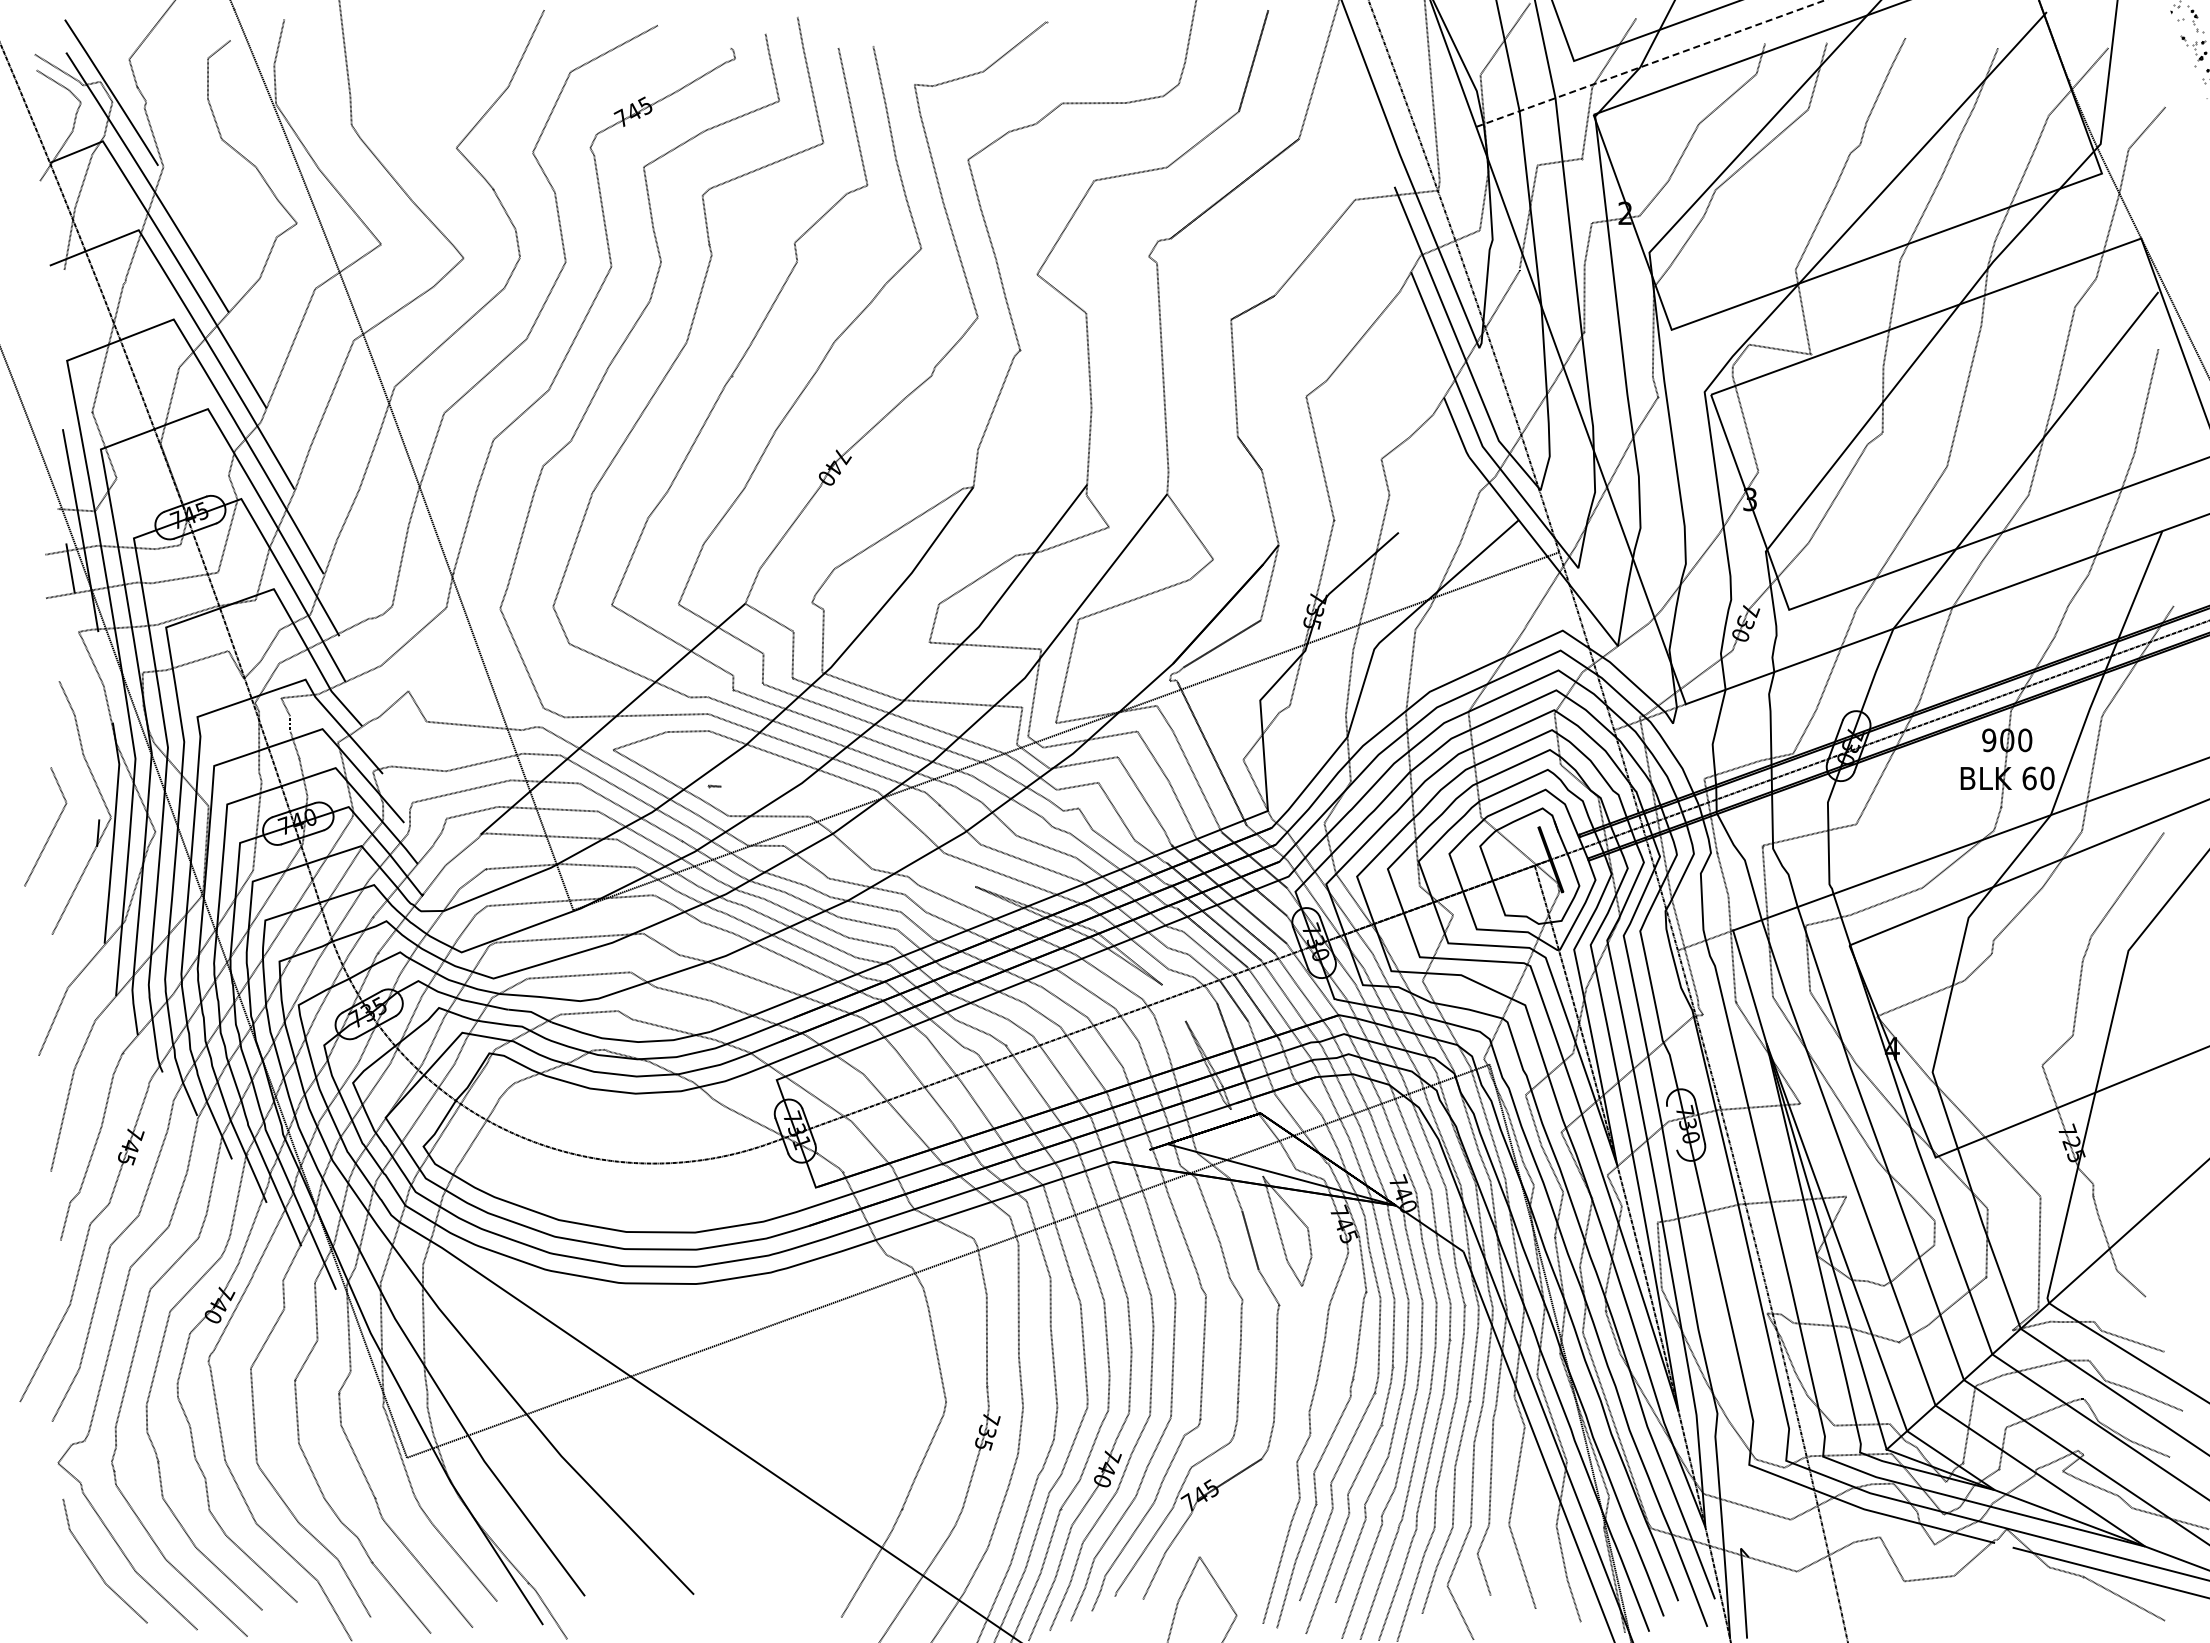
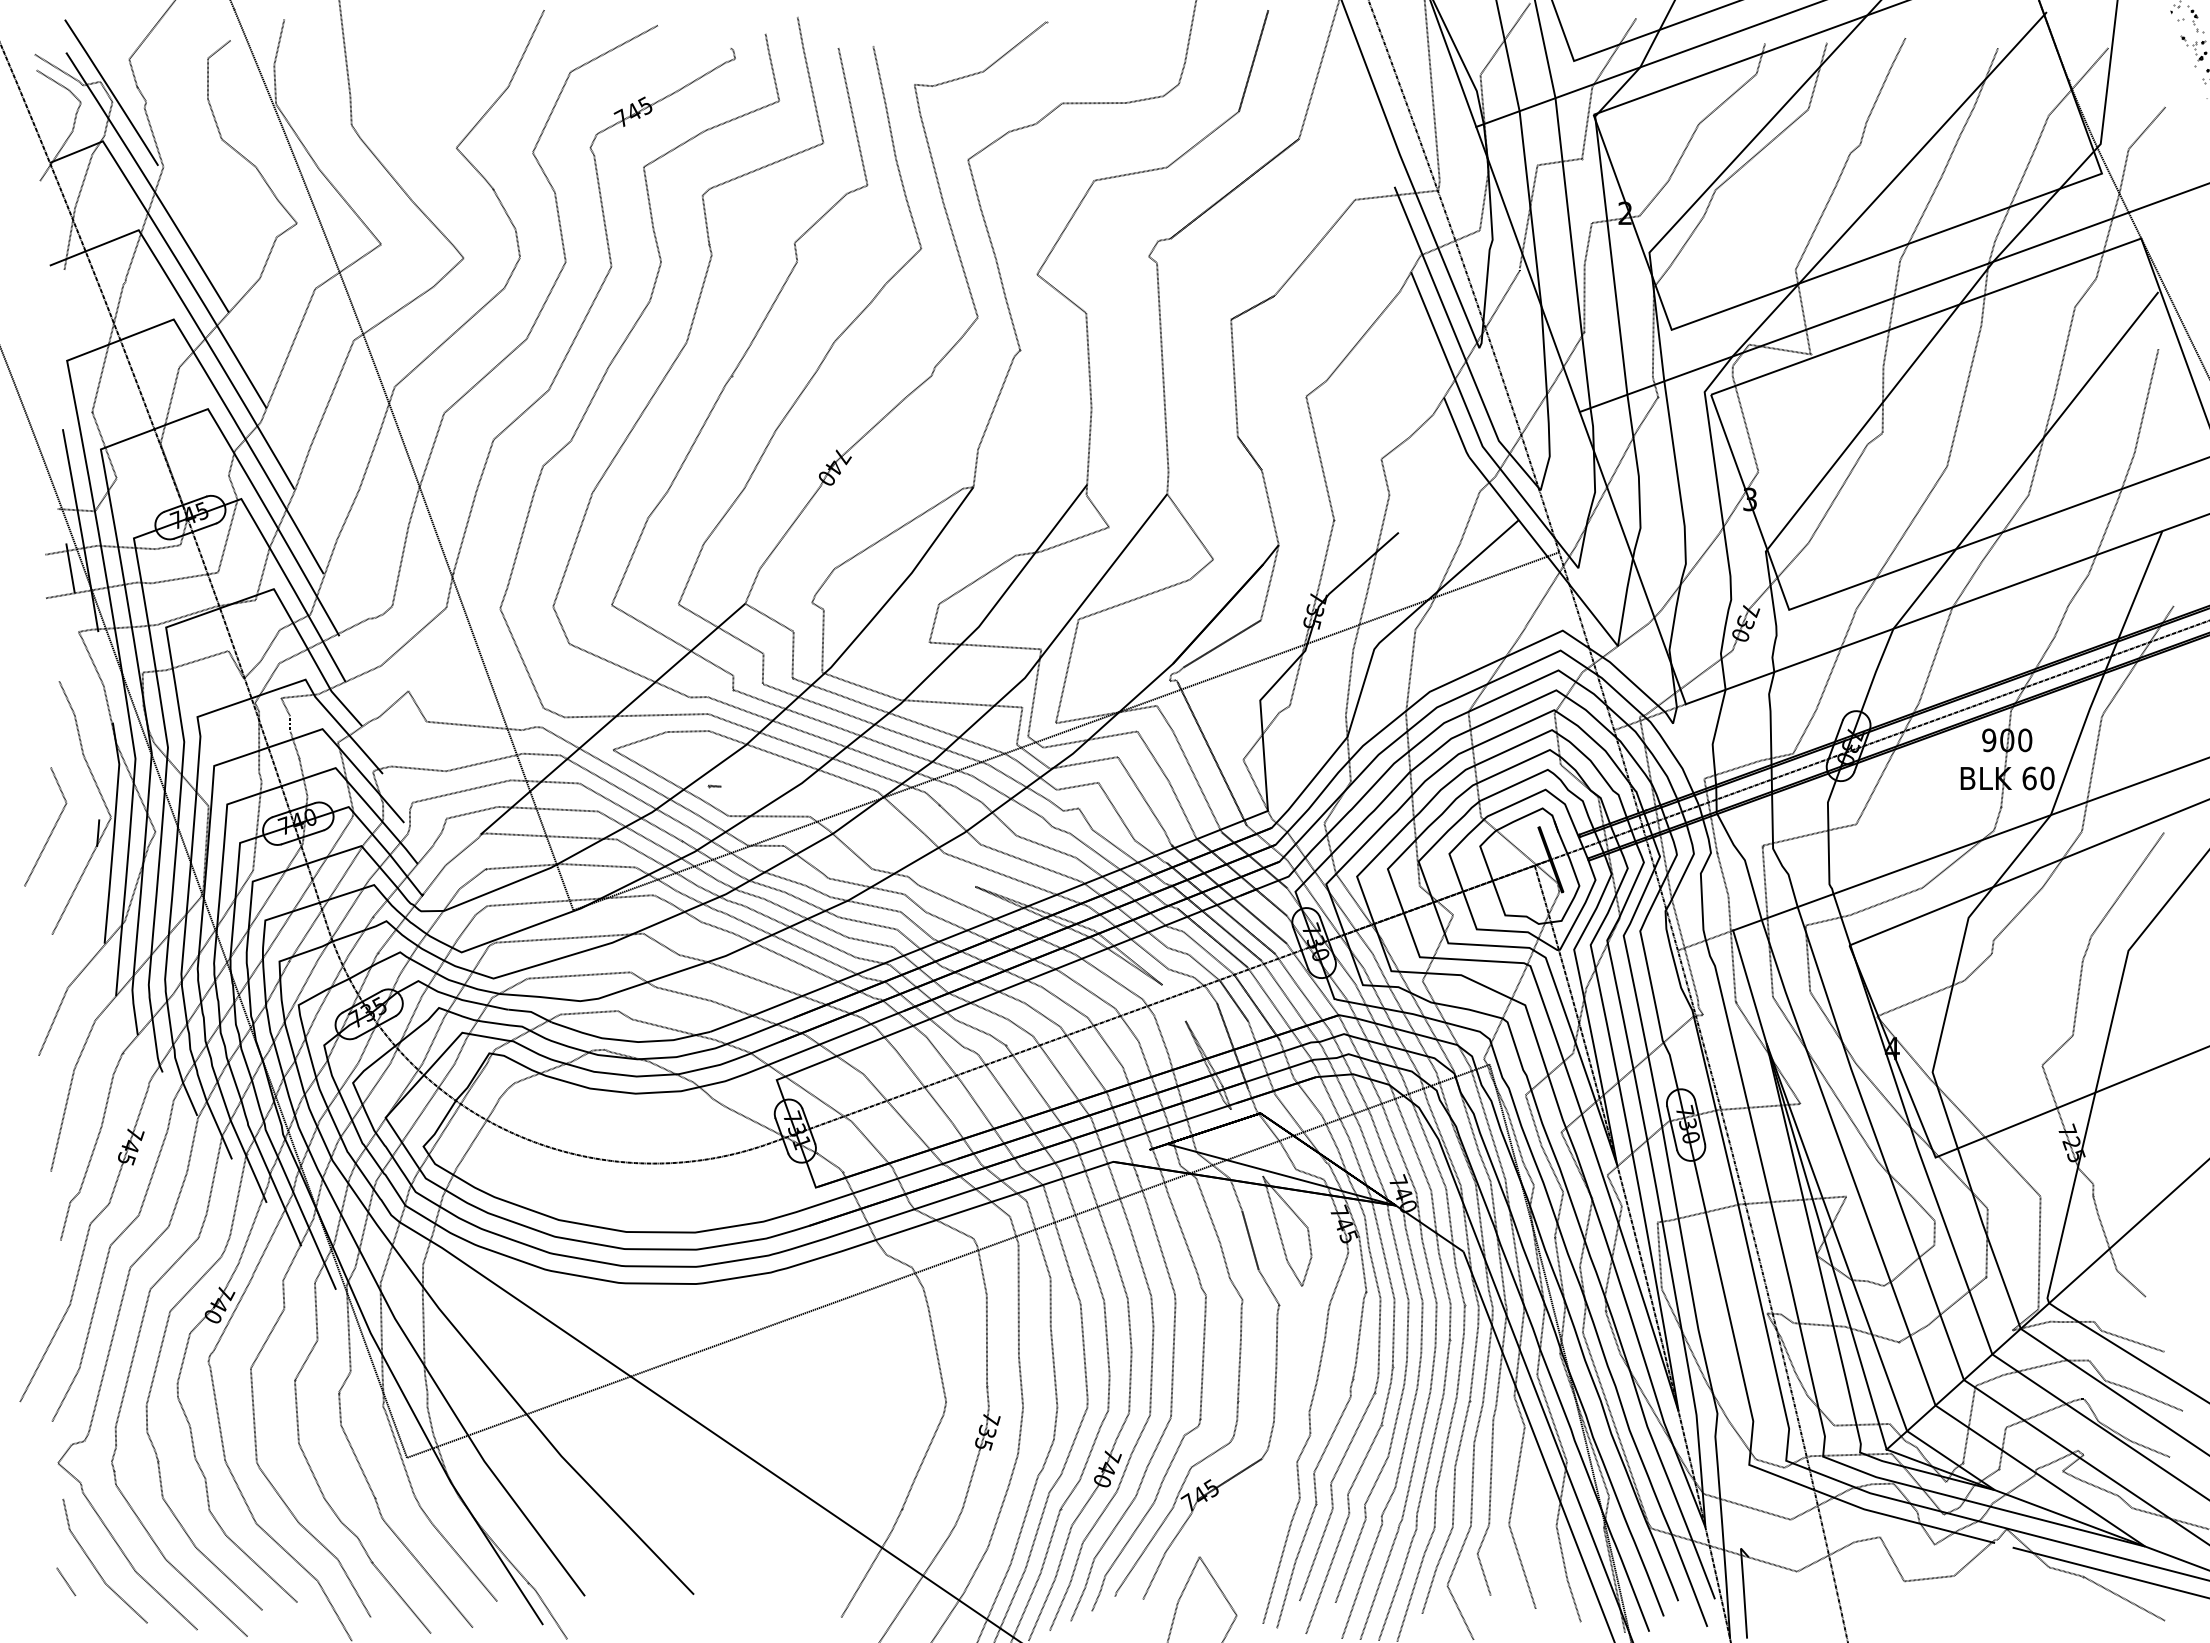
line at (1650, 63): dashed -> solid
line at (1892, 298): none -> present
line at (1672, 1127): none -> present
line at (66, 1581): none -> present
